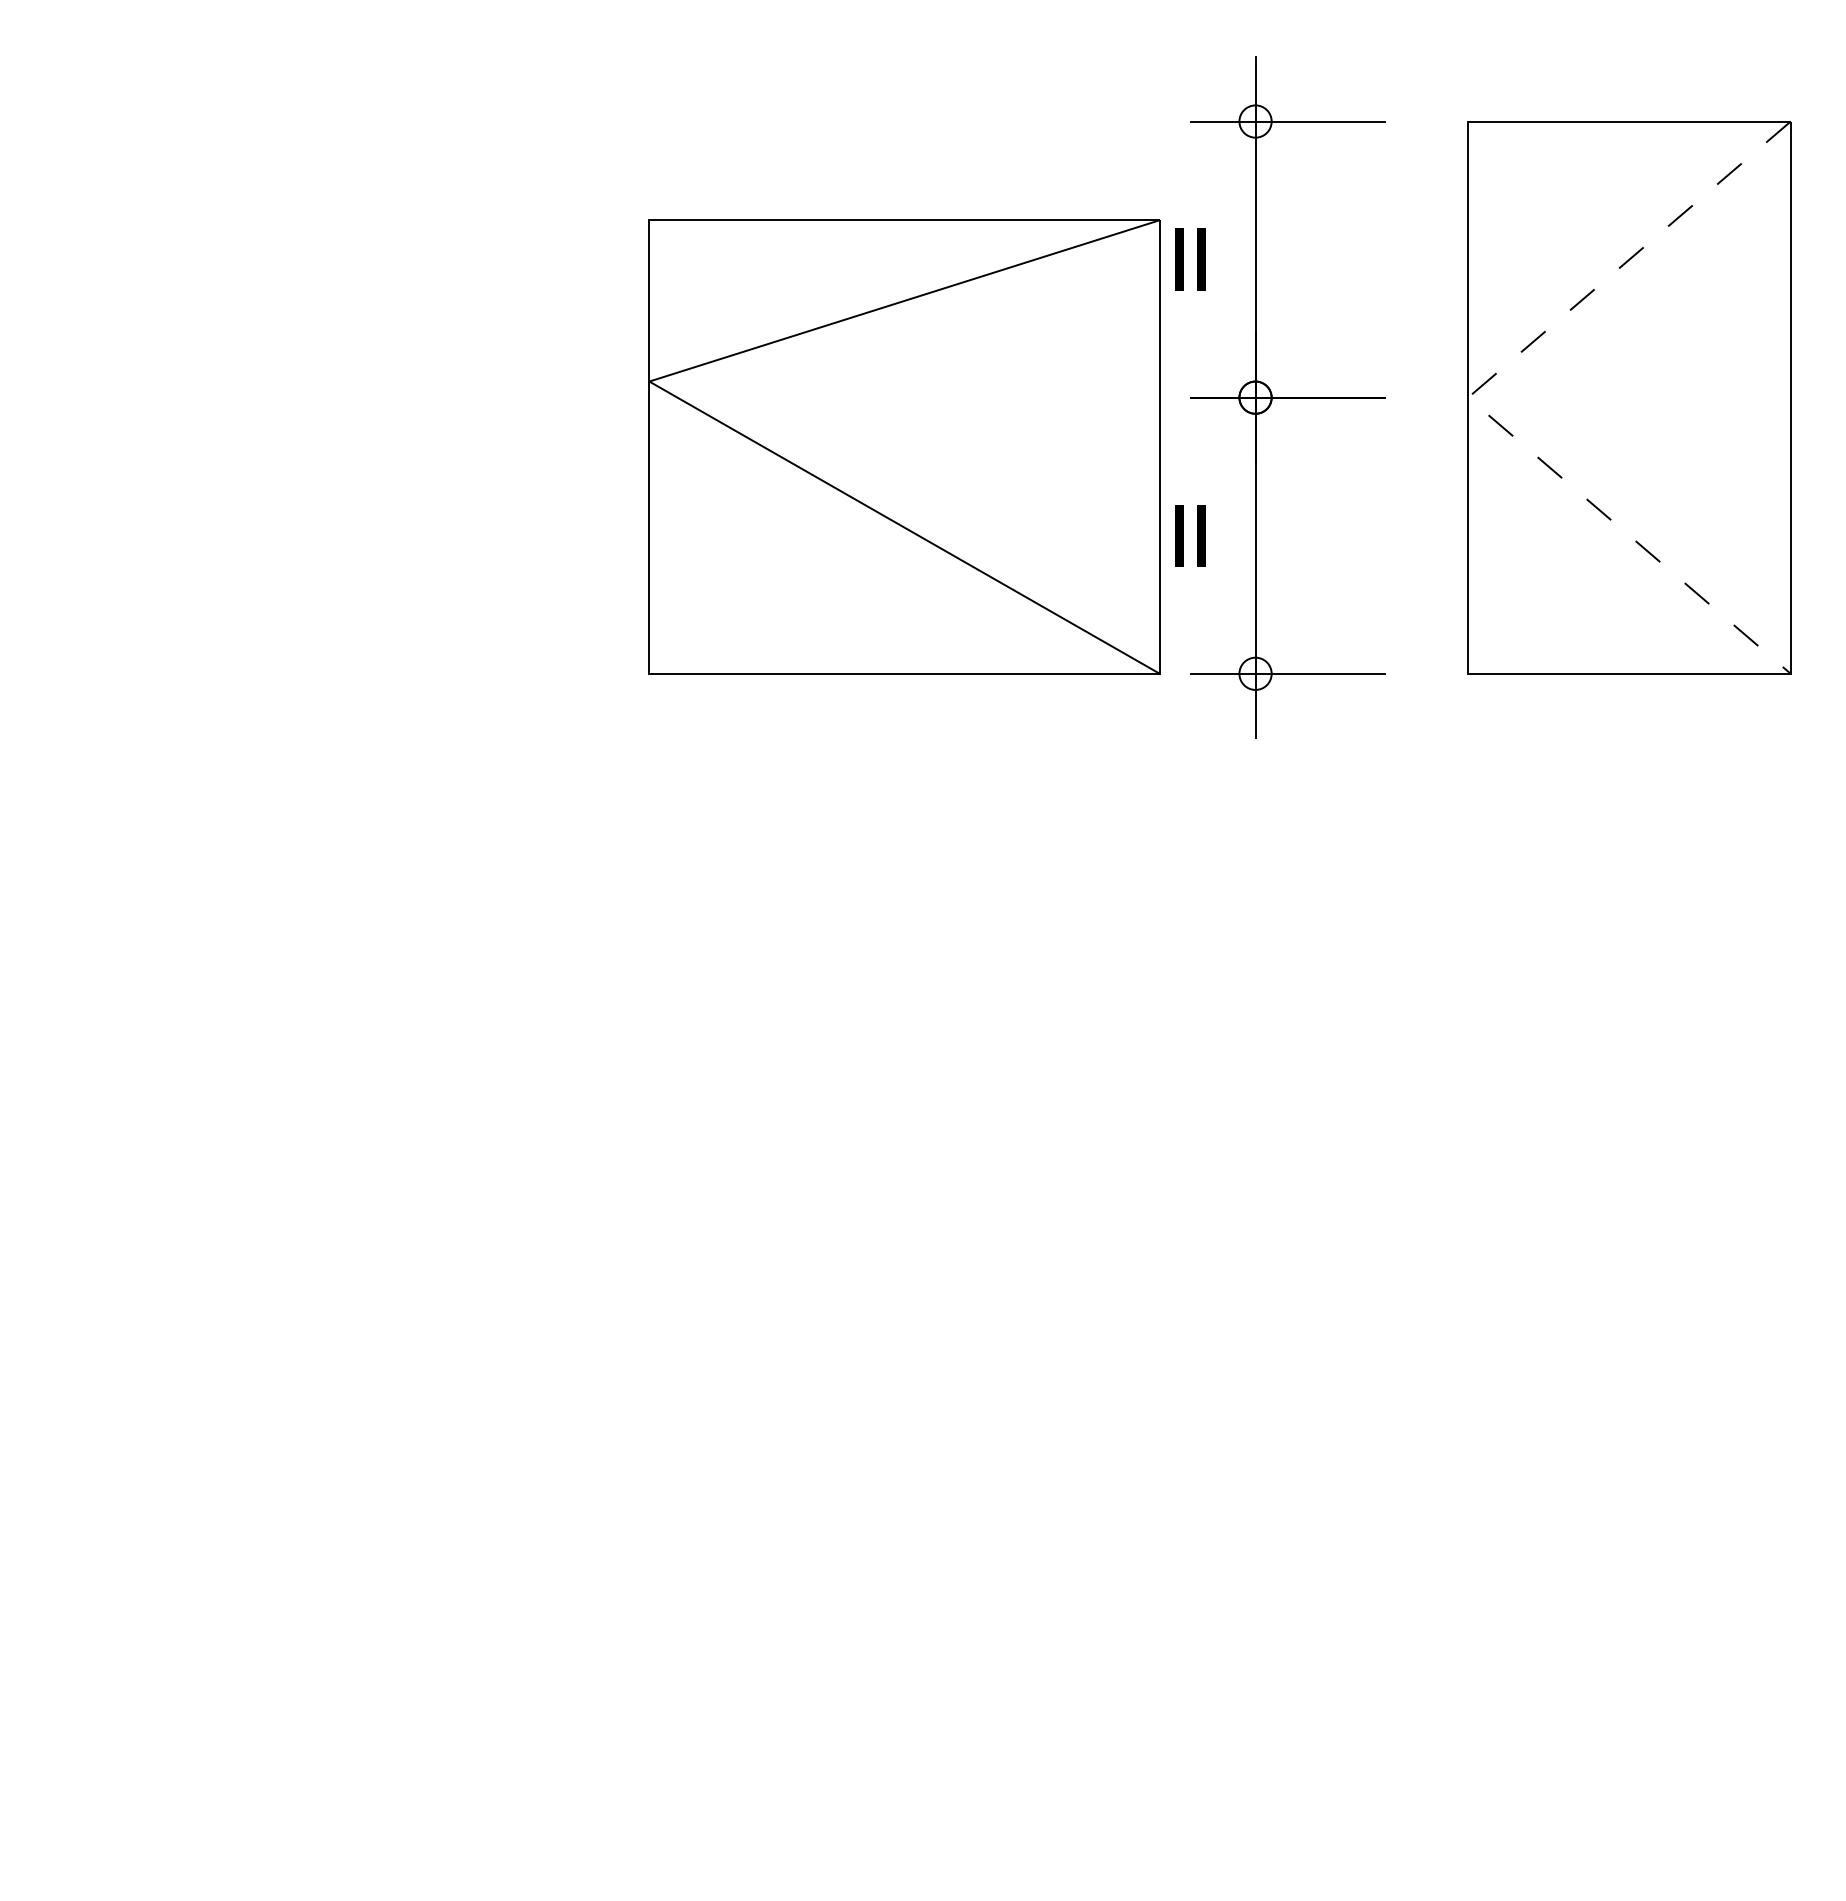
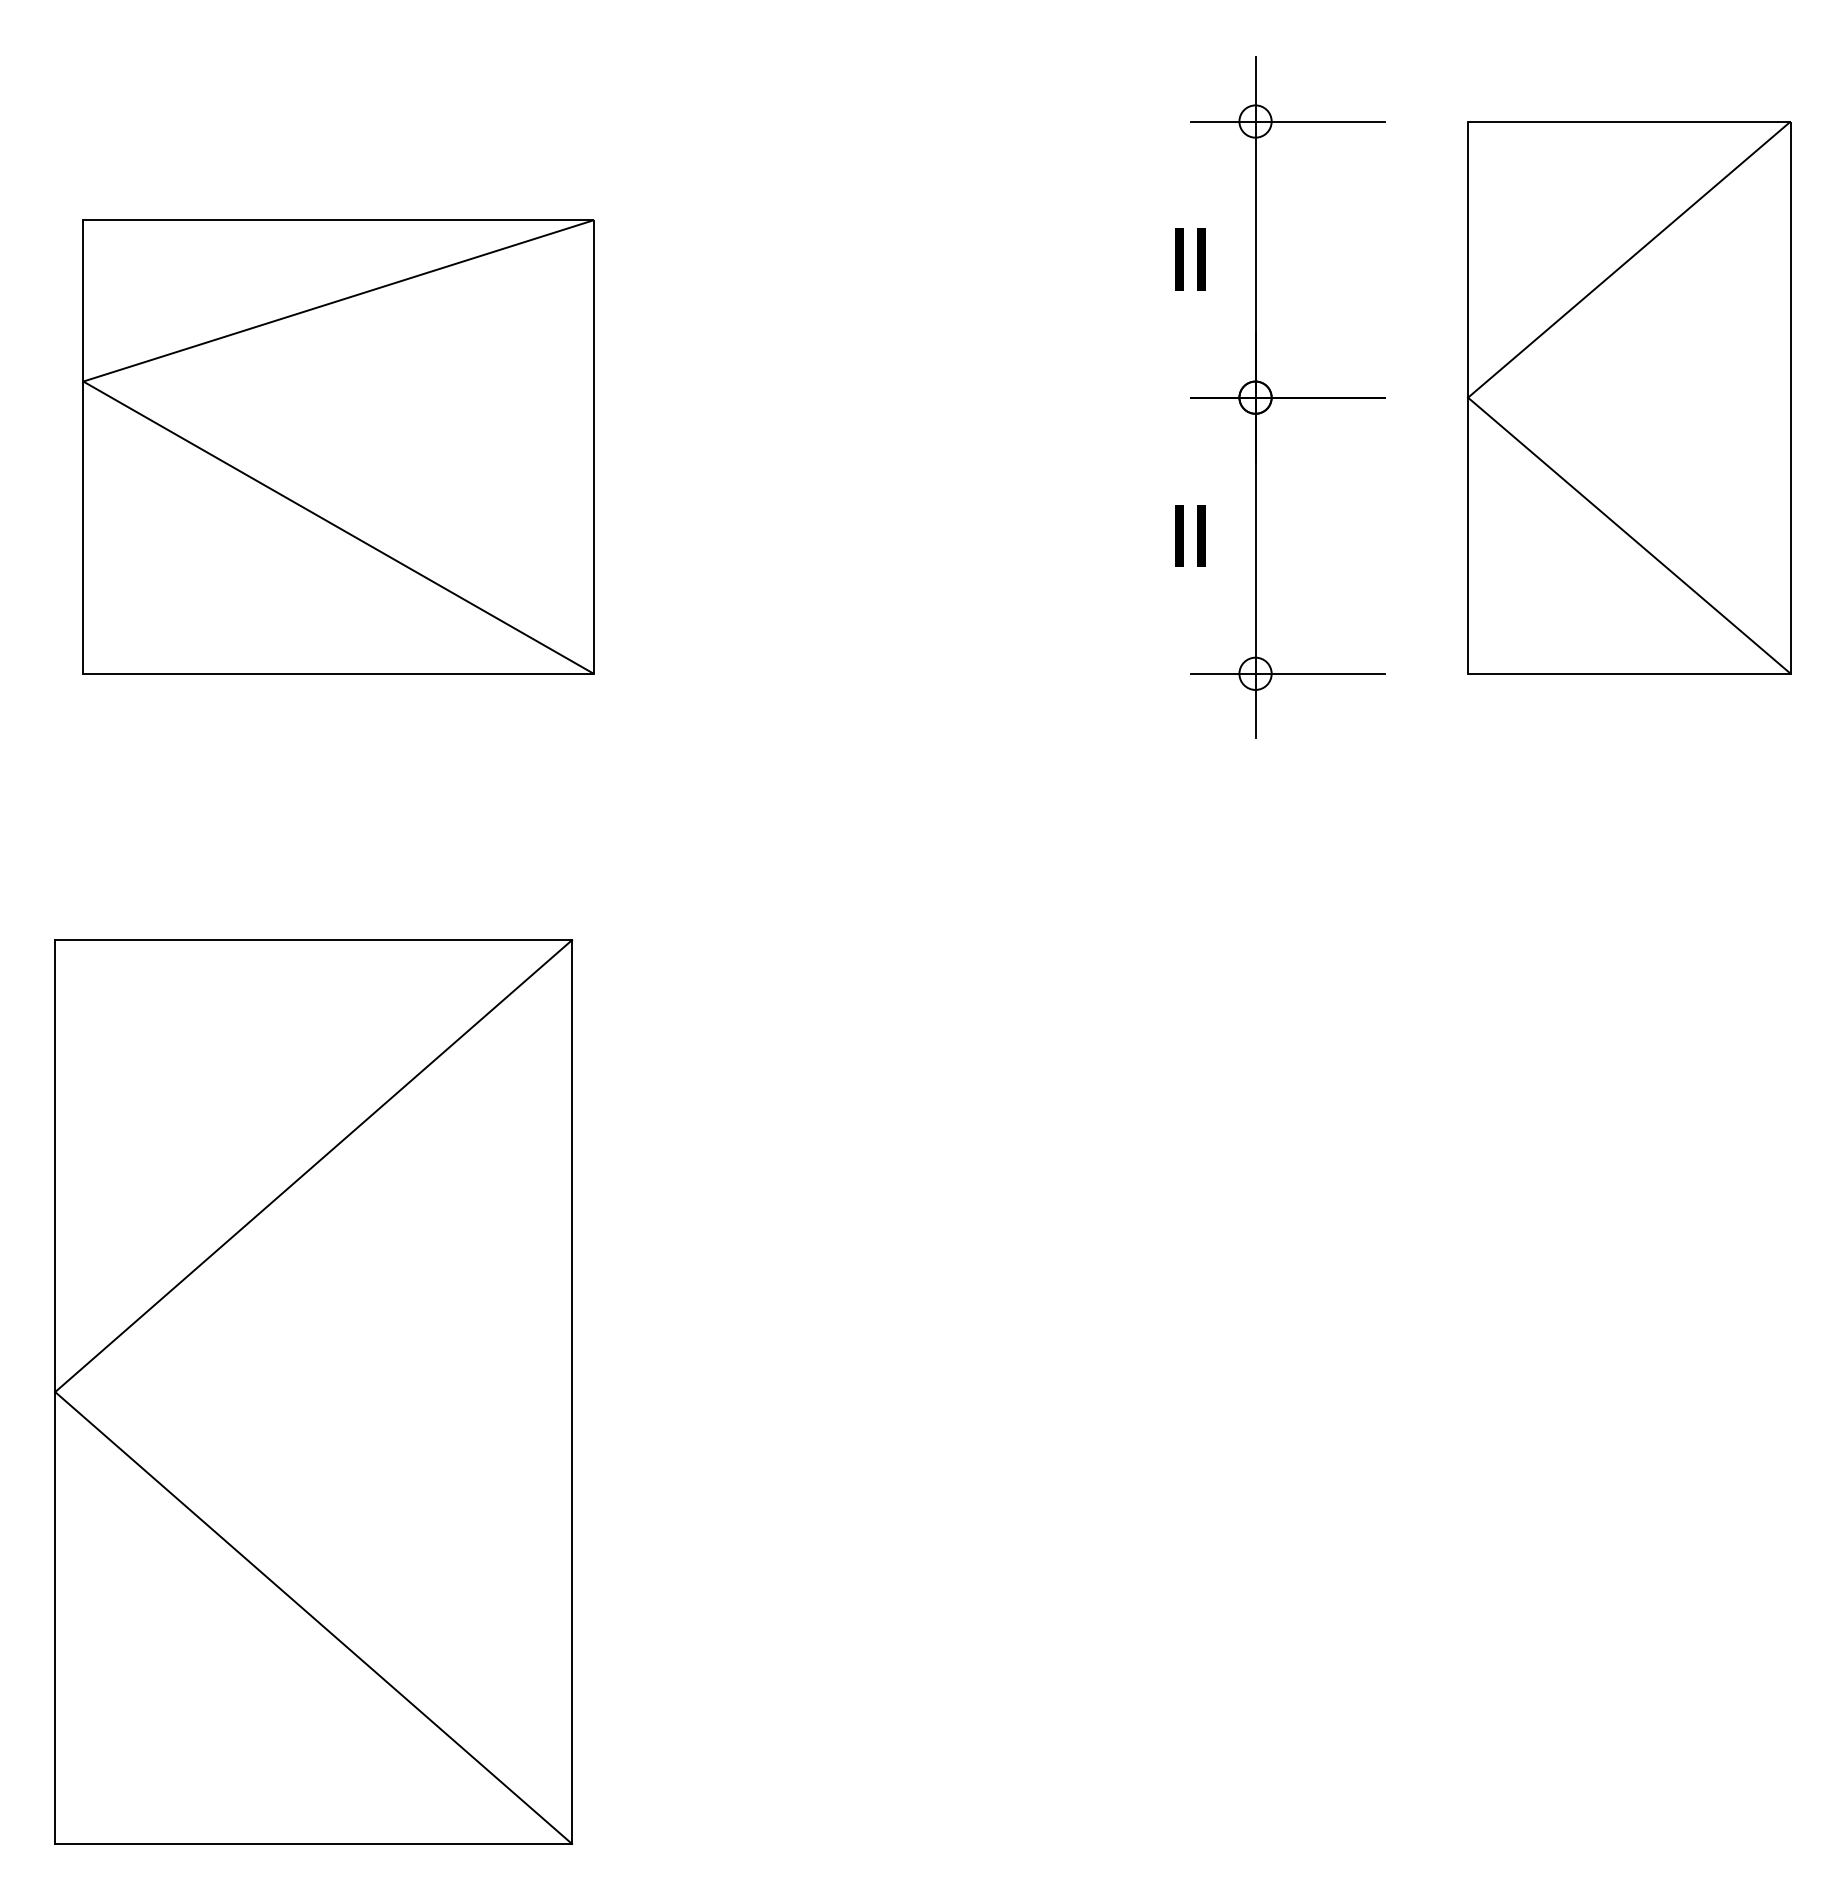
line at (1468, 397): dashed -> solid
part at (904, 446) position: (904, 446) -> (338, 446)
part at (313, 1391): none -> present
